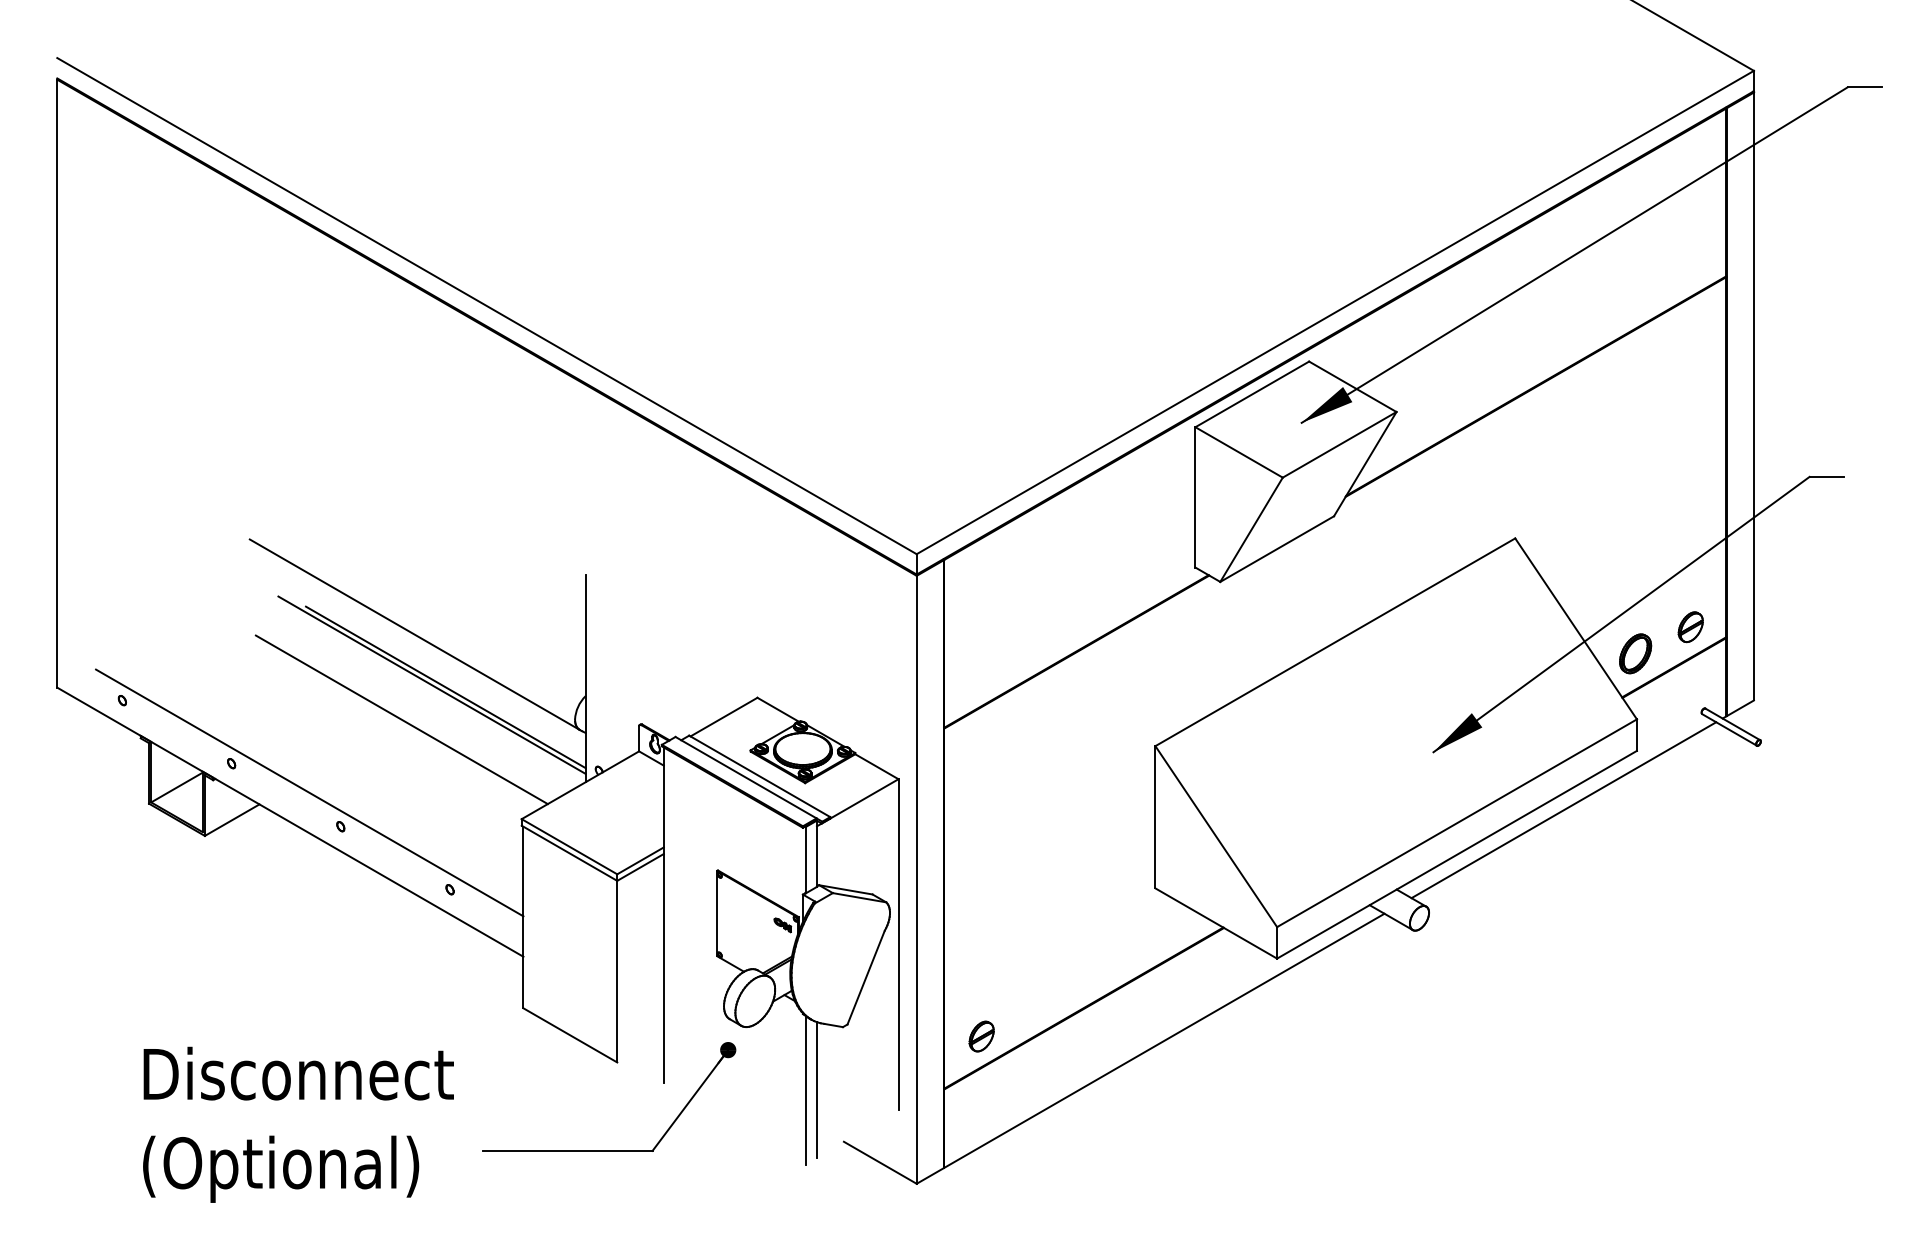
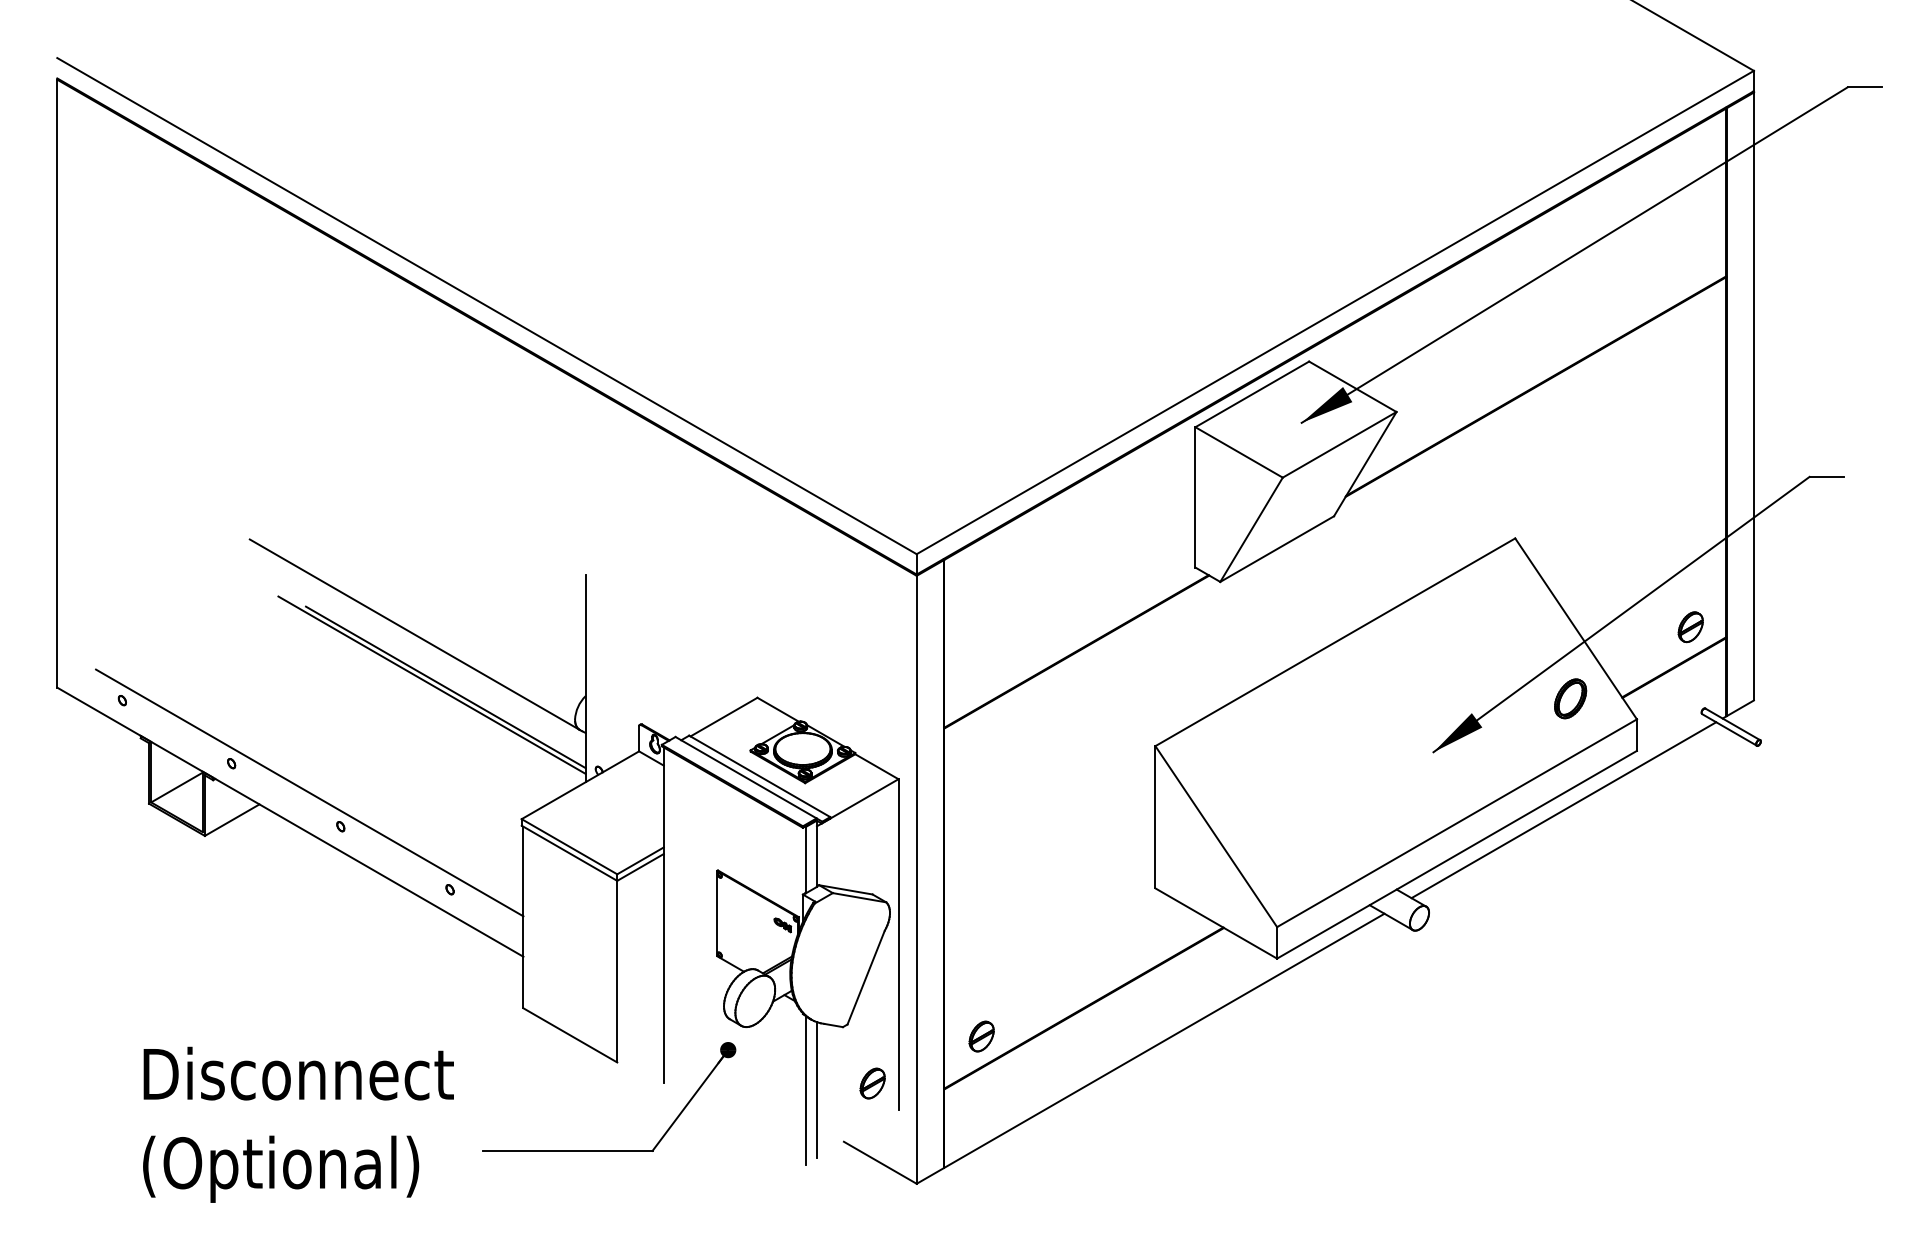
part at (1635, 653) position: (1635, 653) -> (1570, 698)
line at (401, 719): present -> none
part at (872, 1083): none -> present
